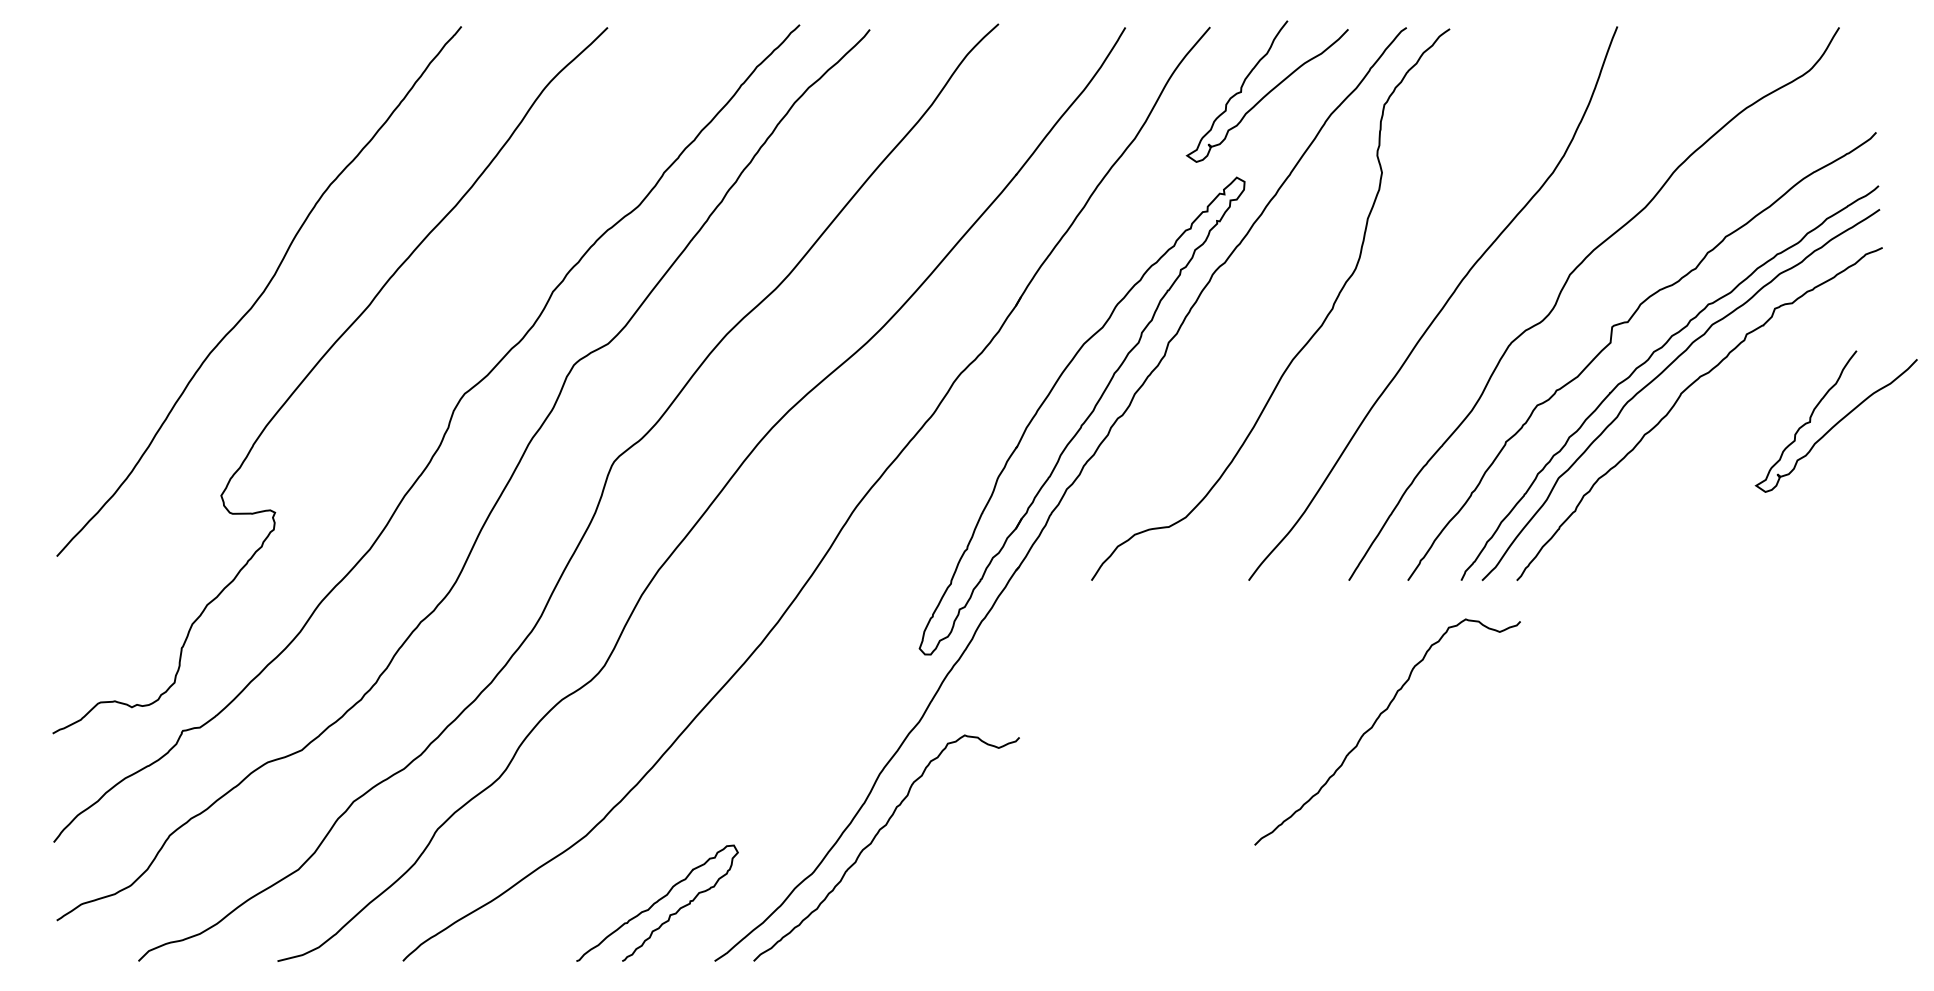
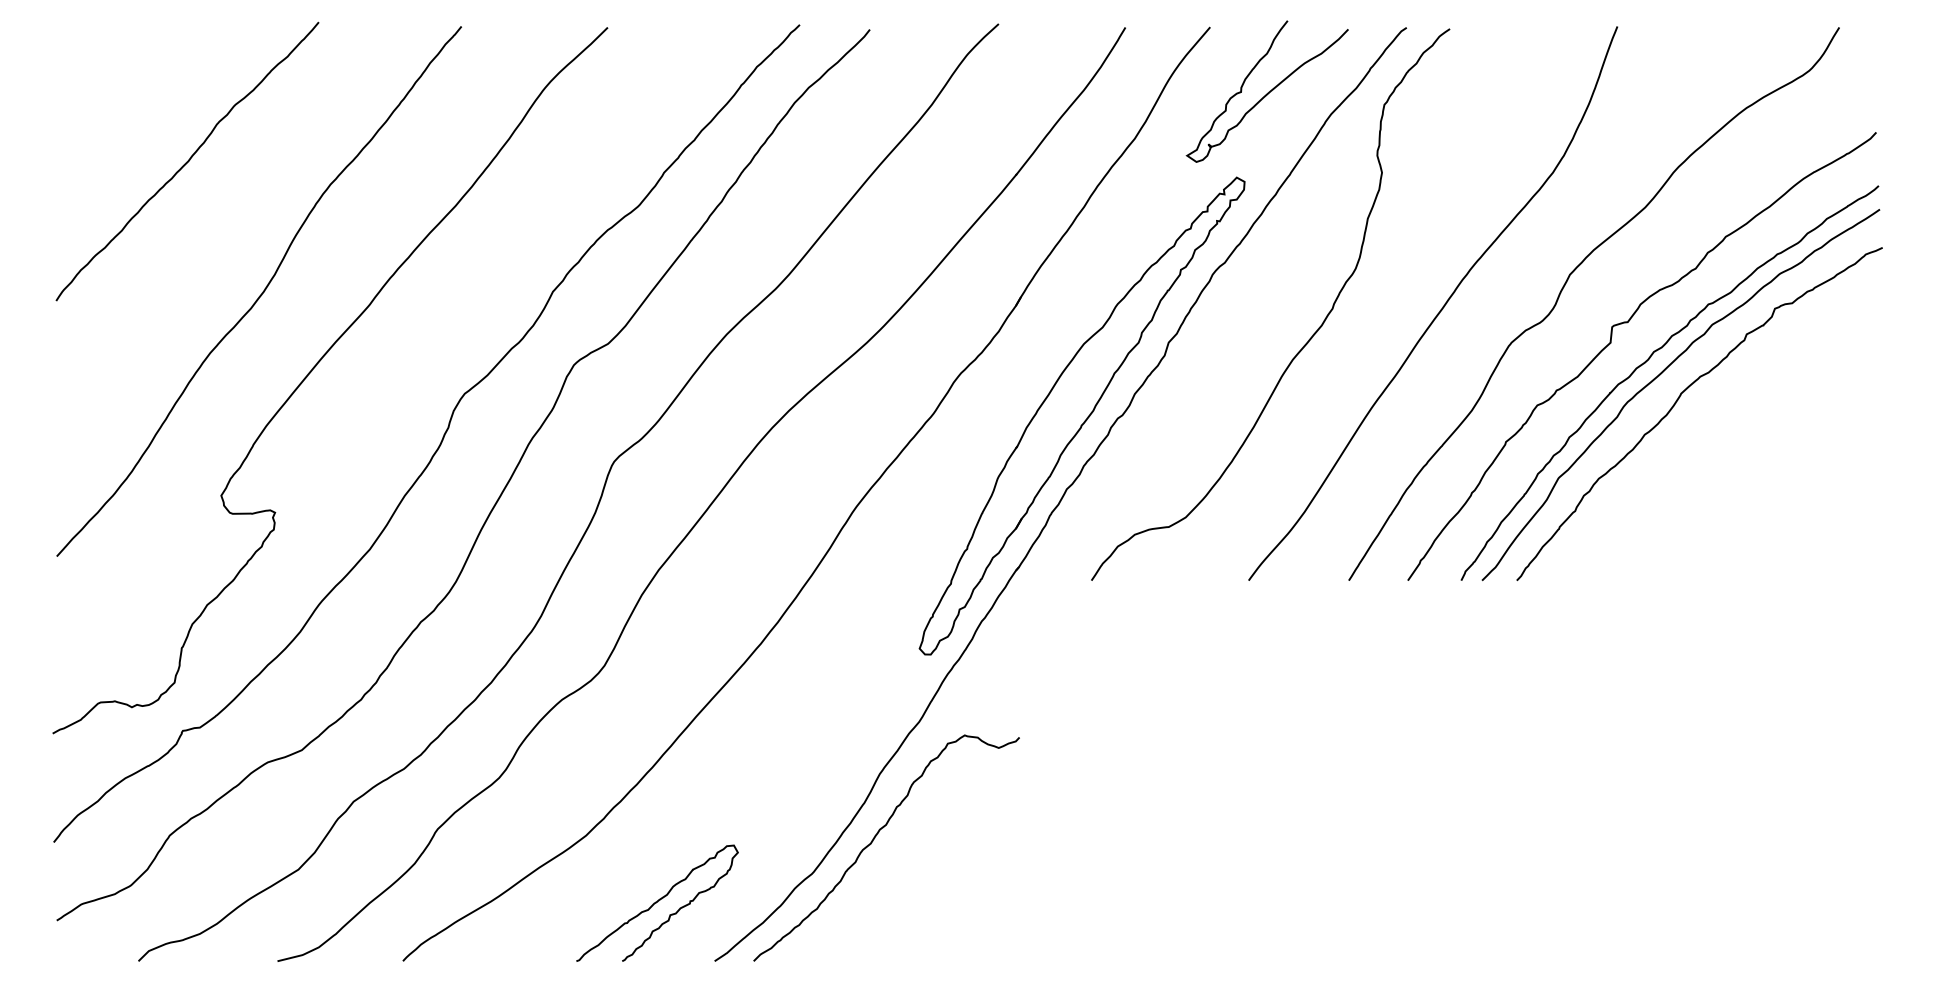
curve at (187, 161): none -> present
curve at (1836, 422): present -> none
curve at (1376, 722): present -> none
